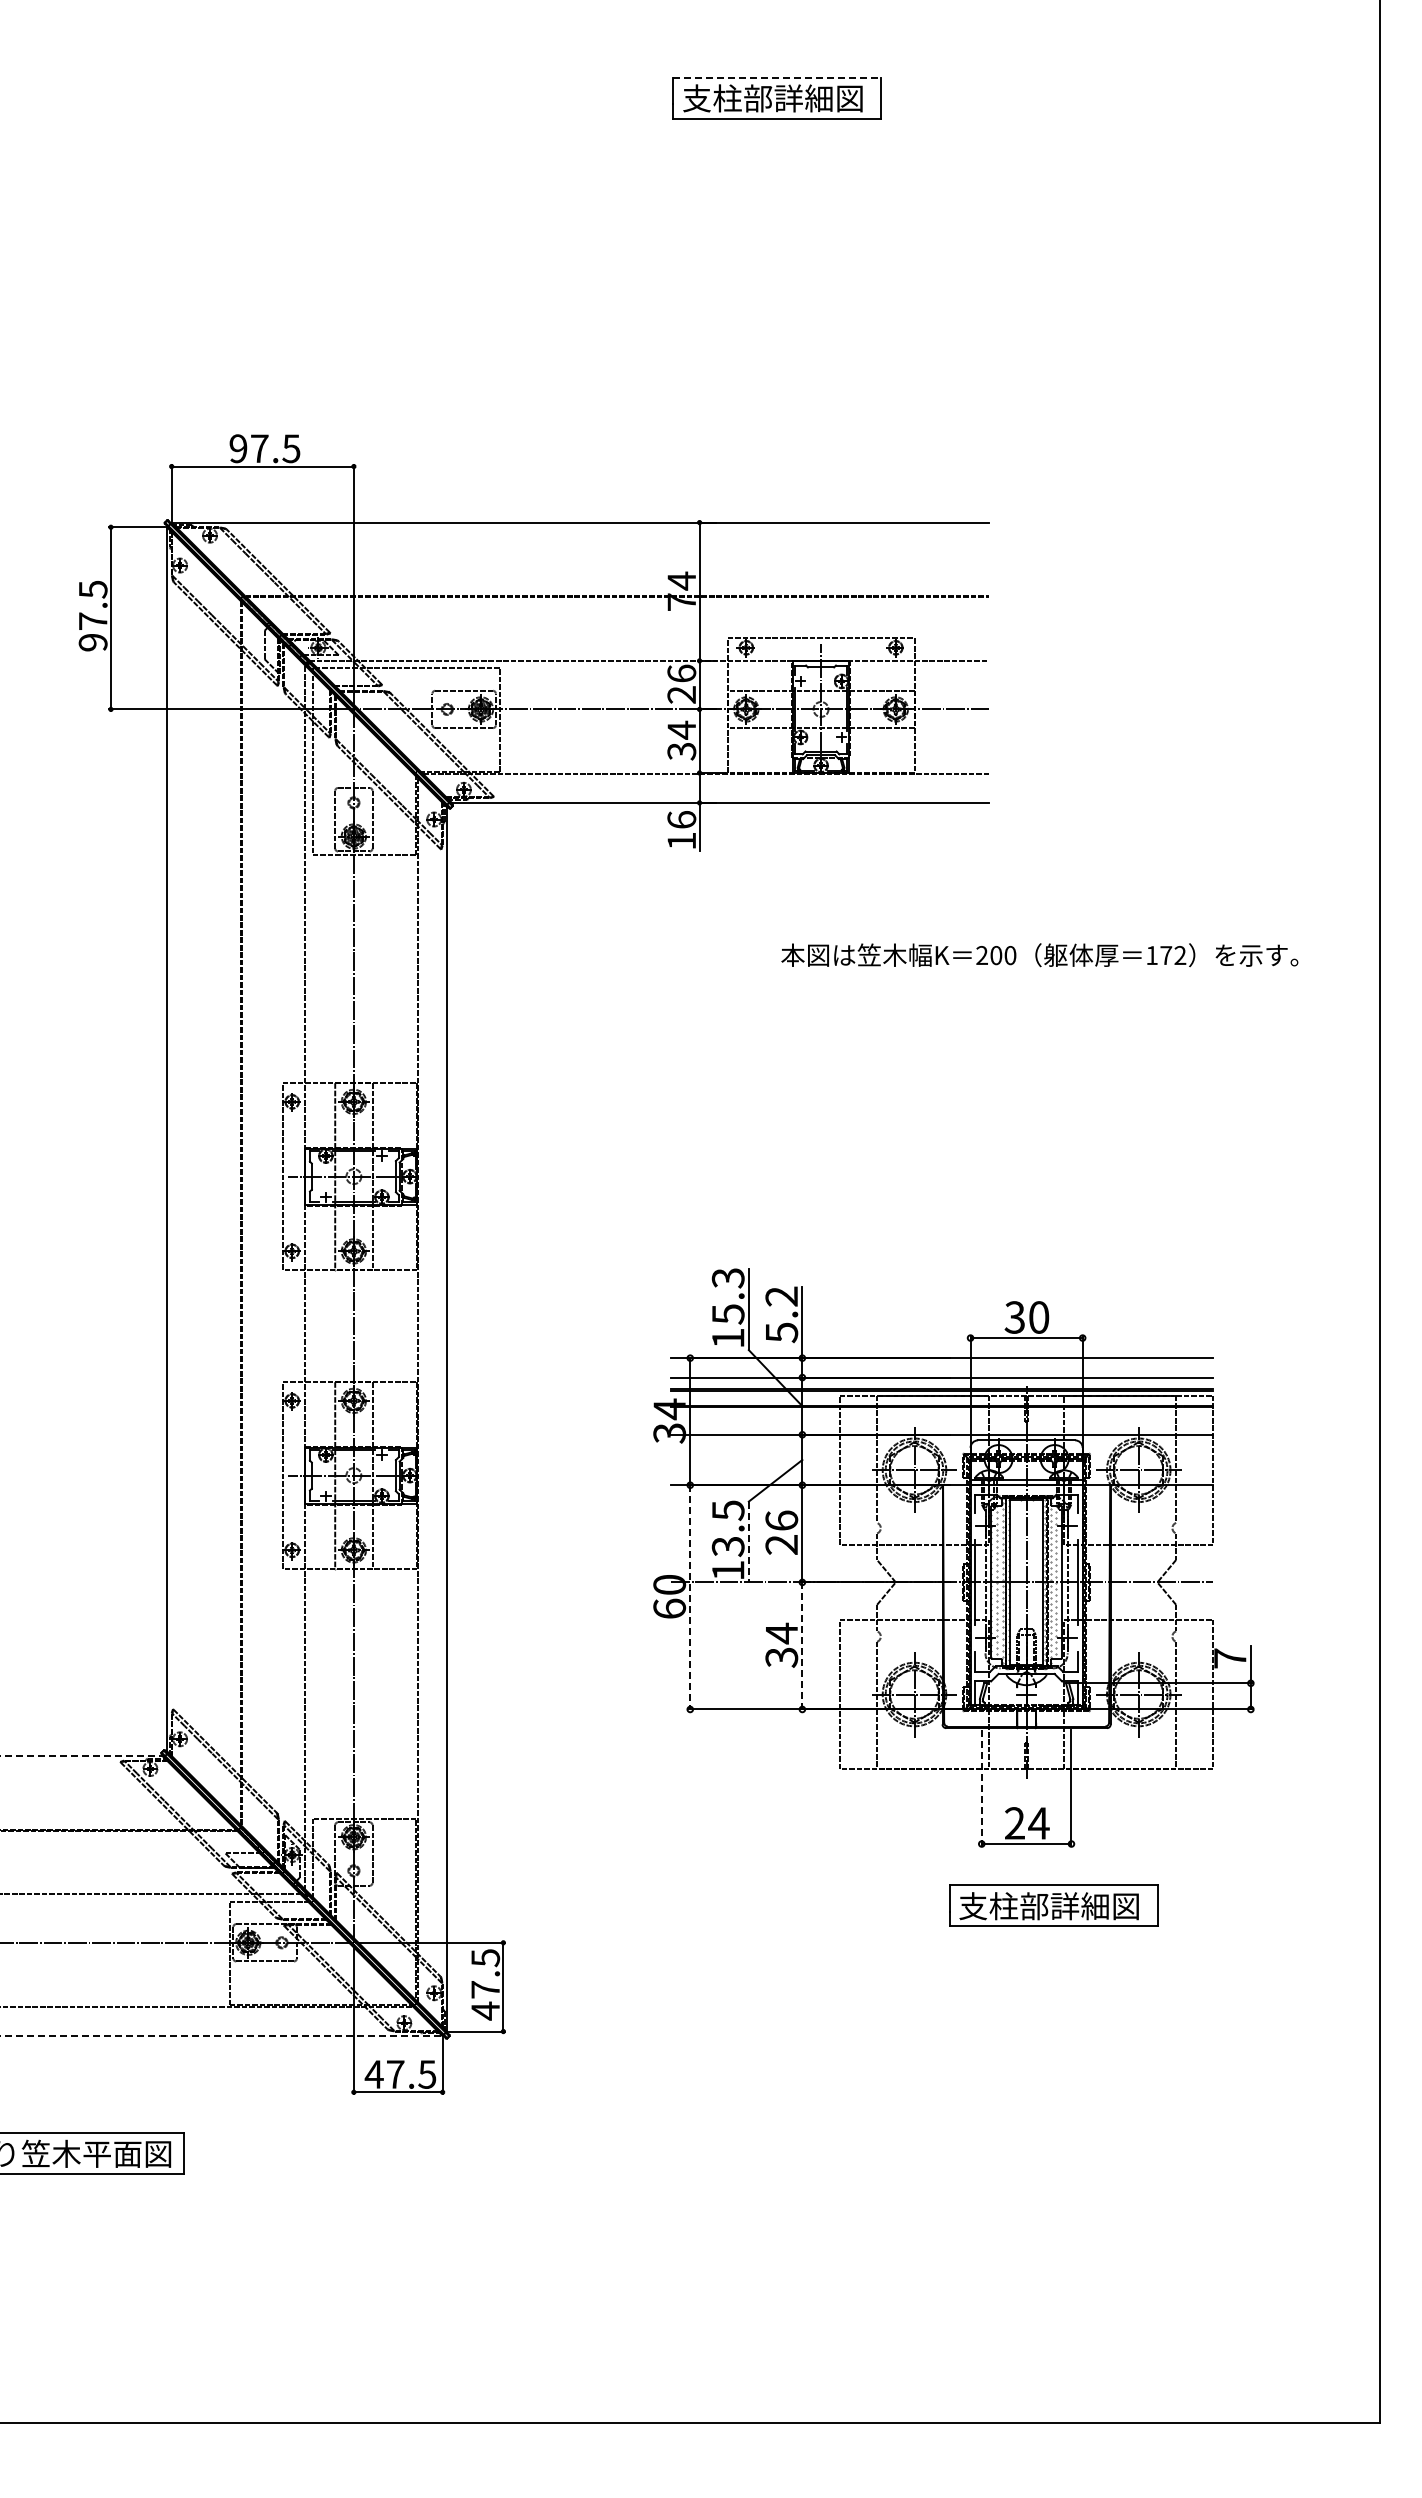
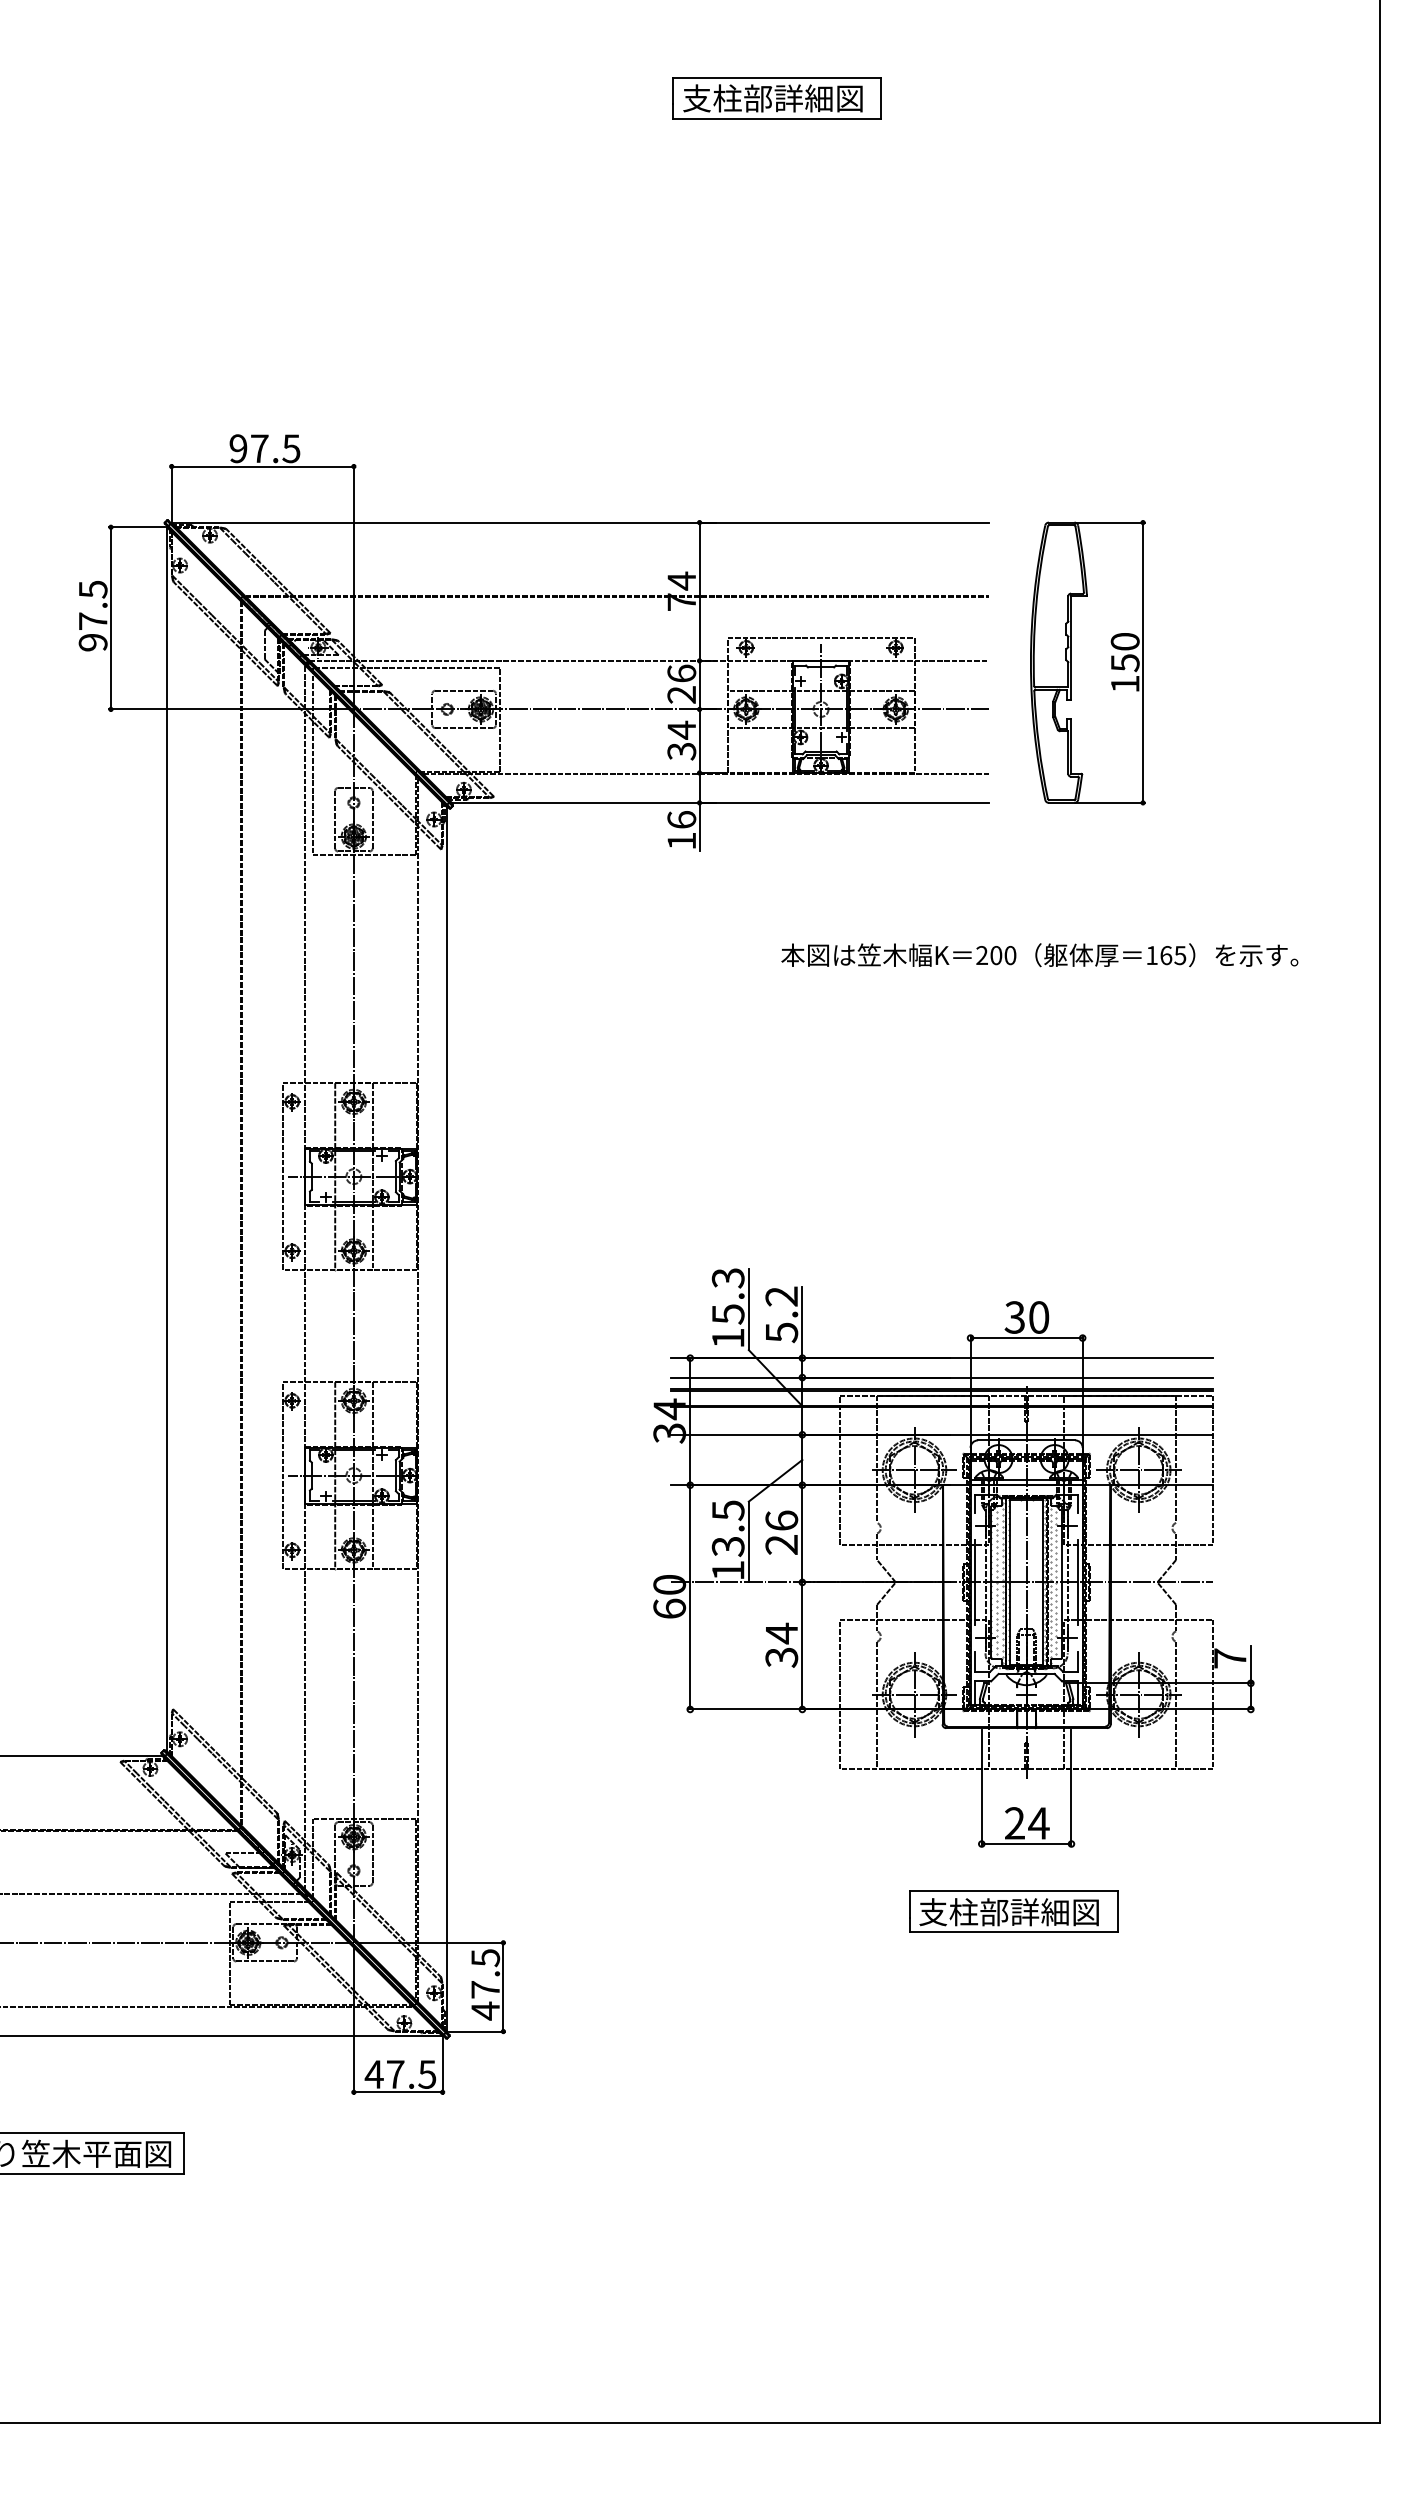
line at (777, 77): dashed -> solid
part at (1087, 662): none -> present
text at (1173, 955): 172 -> 165
line at (748, 1542): dashed -> solid
line at (690, 1597): dashed -> solid
line at (802, 1645): dashed -> solid
line at (81, 1755): dashed -> solid
line at (981, 1787): dashed -> solid
part at (1053, 1905) position: (1053, 1905) -> (1013, 1911)
line at (221, 2036): dashed -> solid
